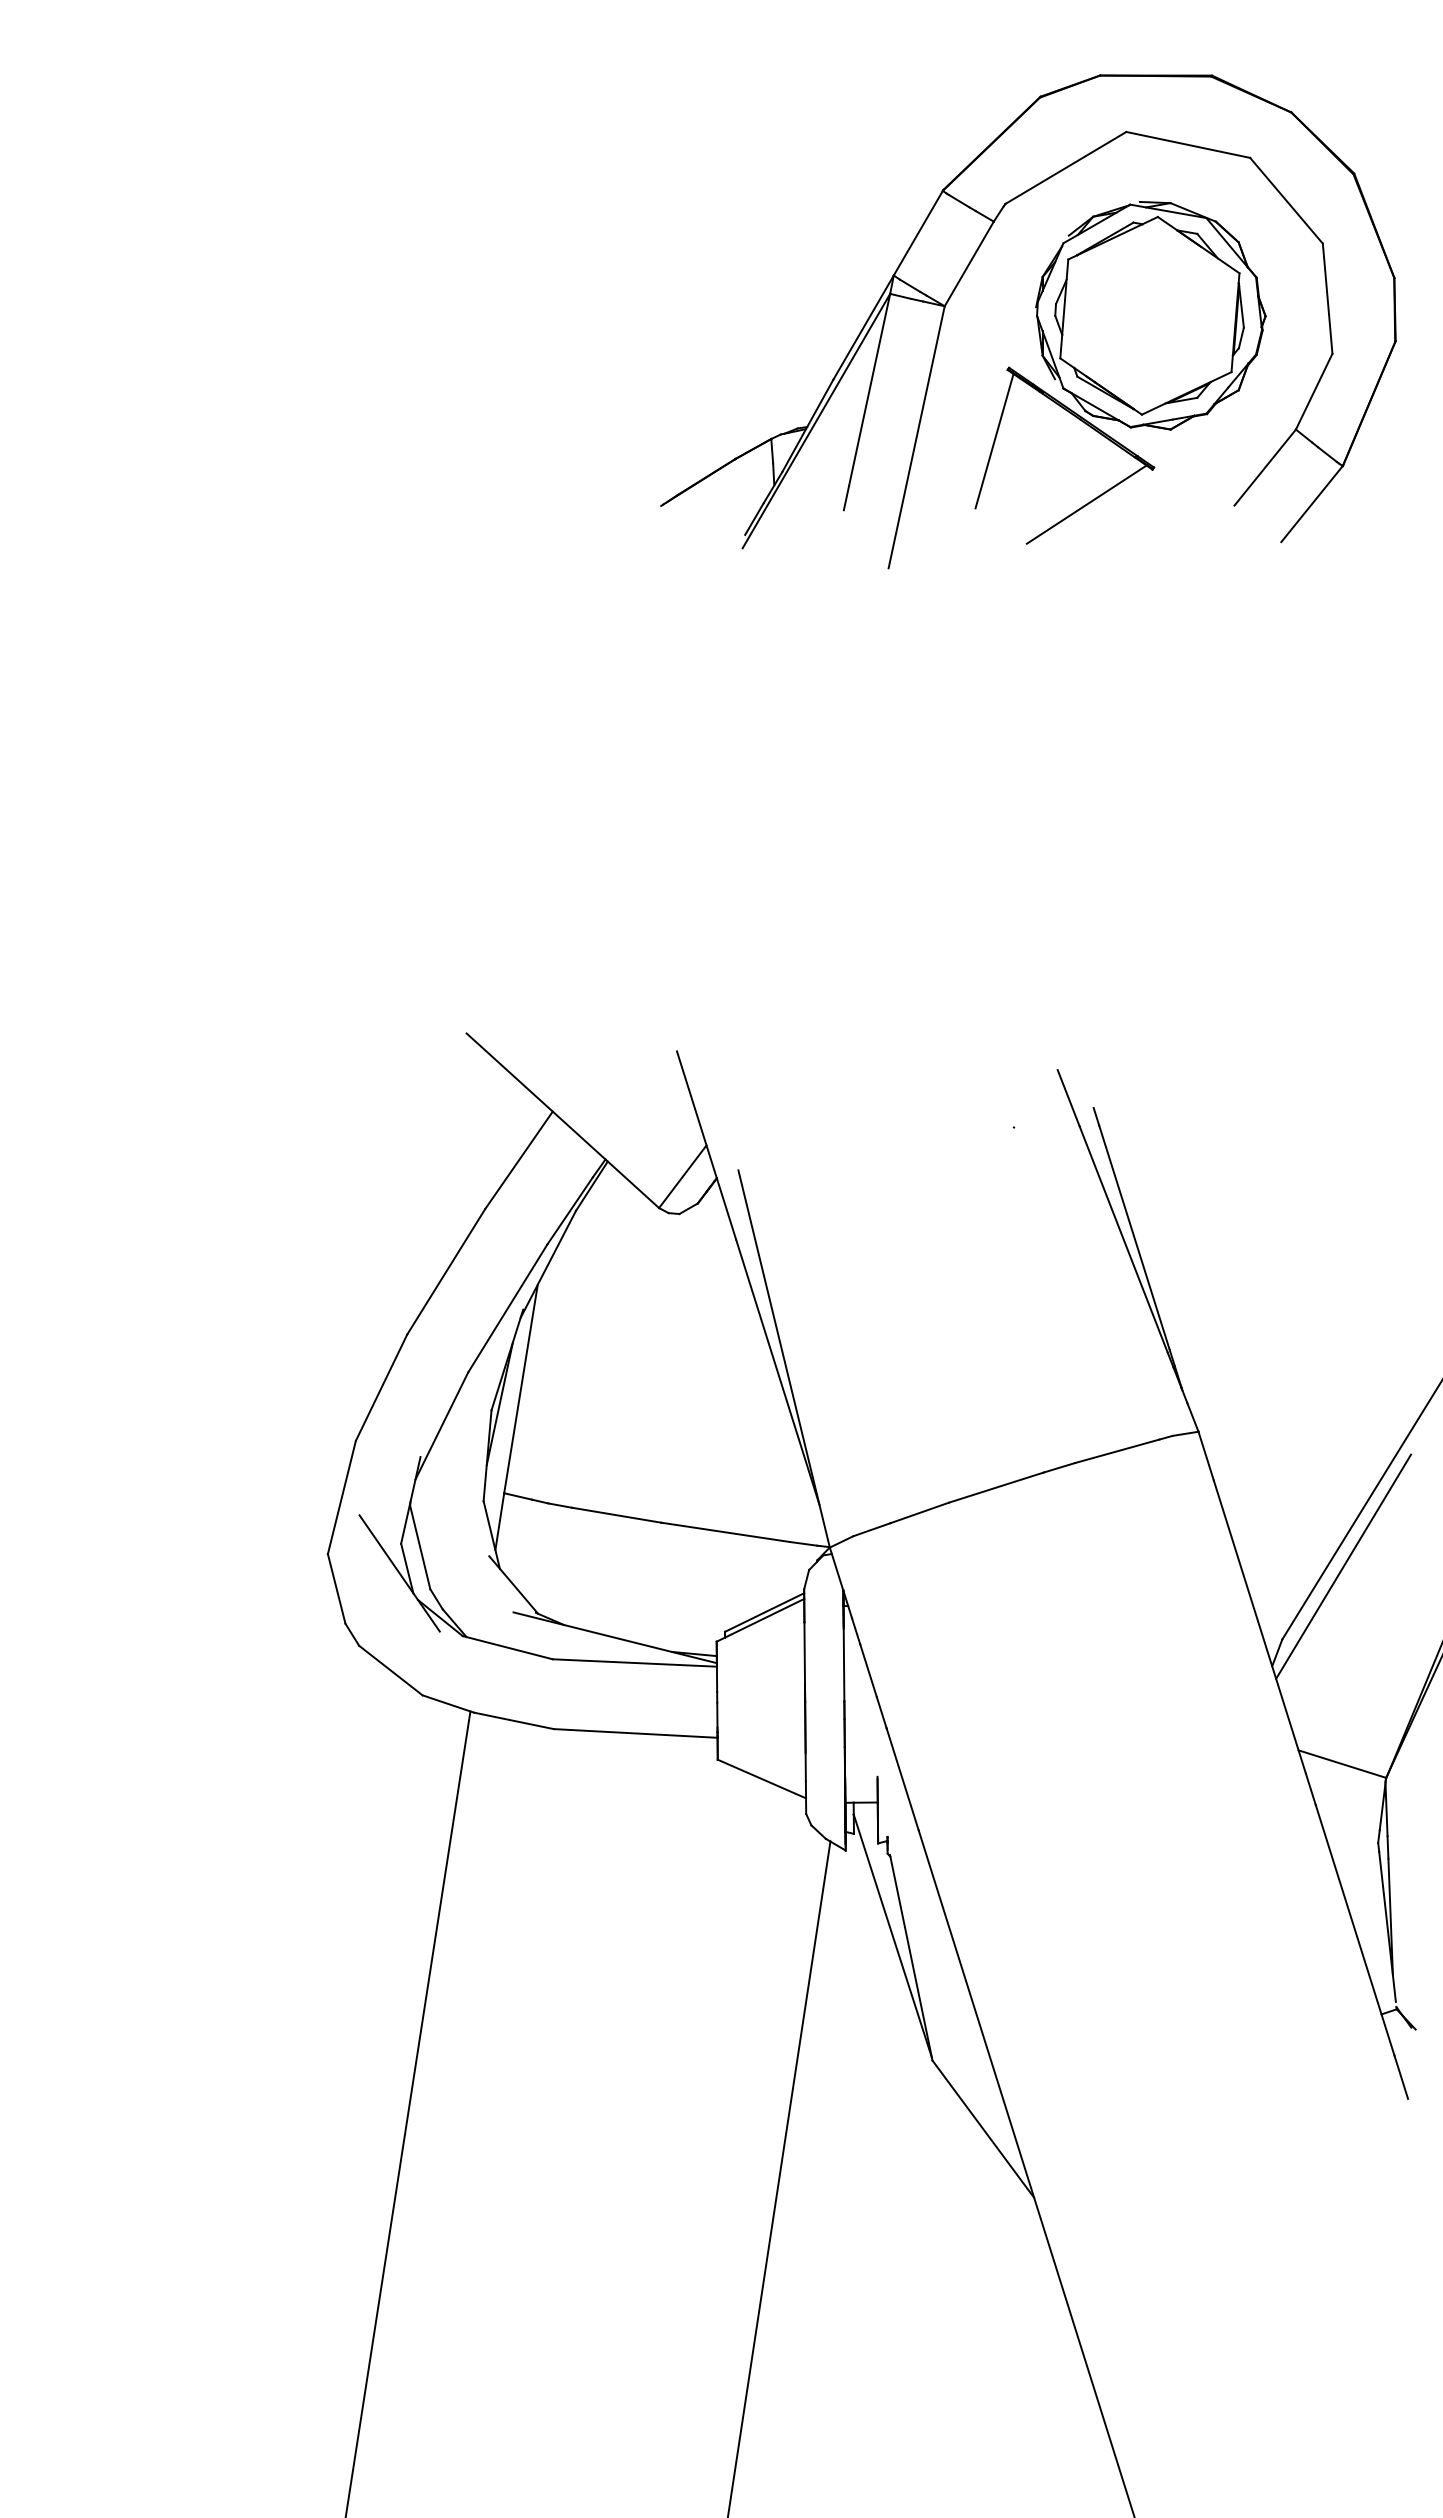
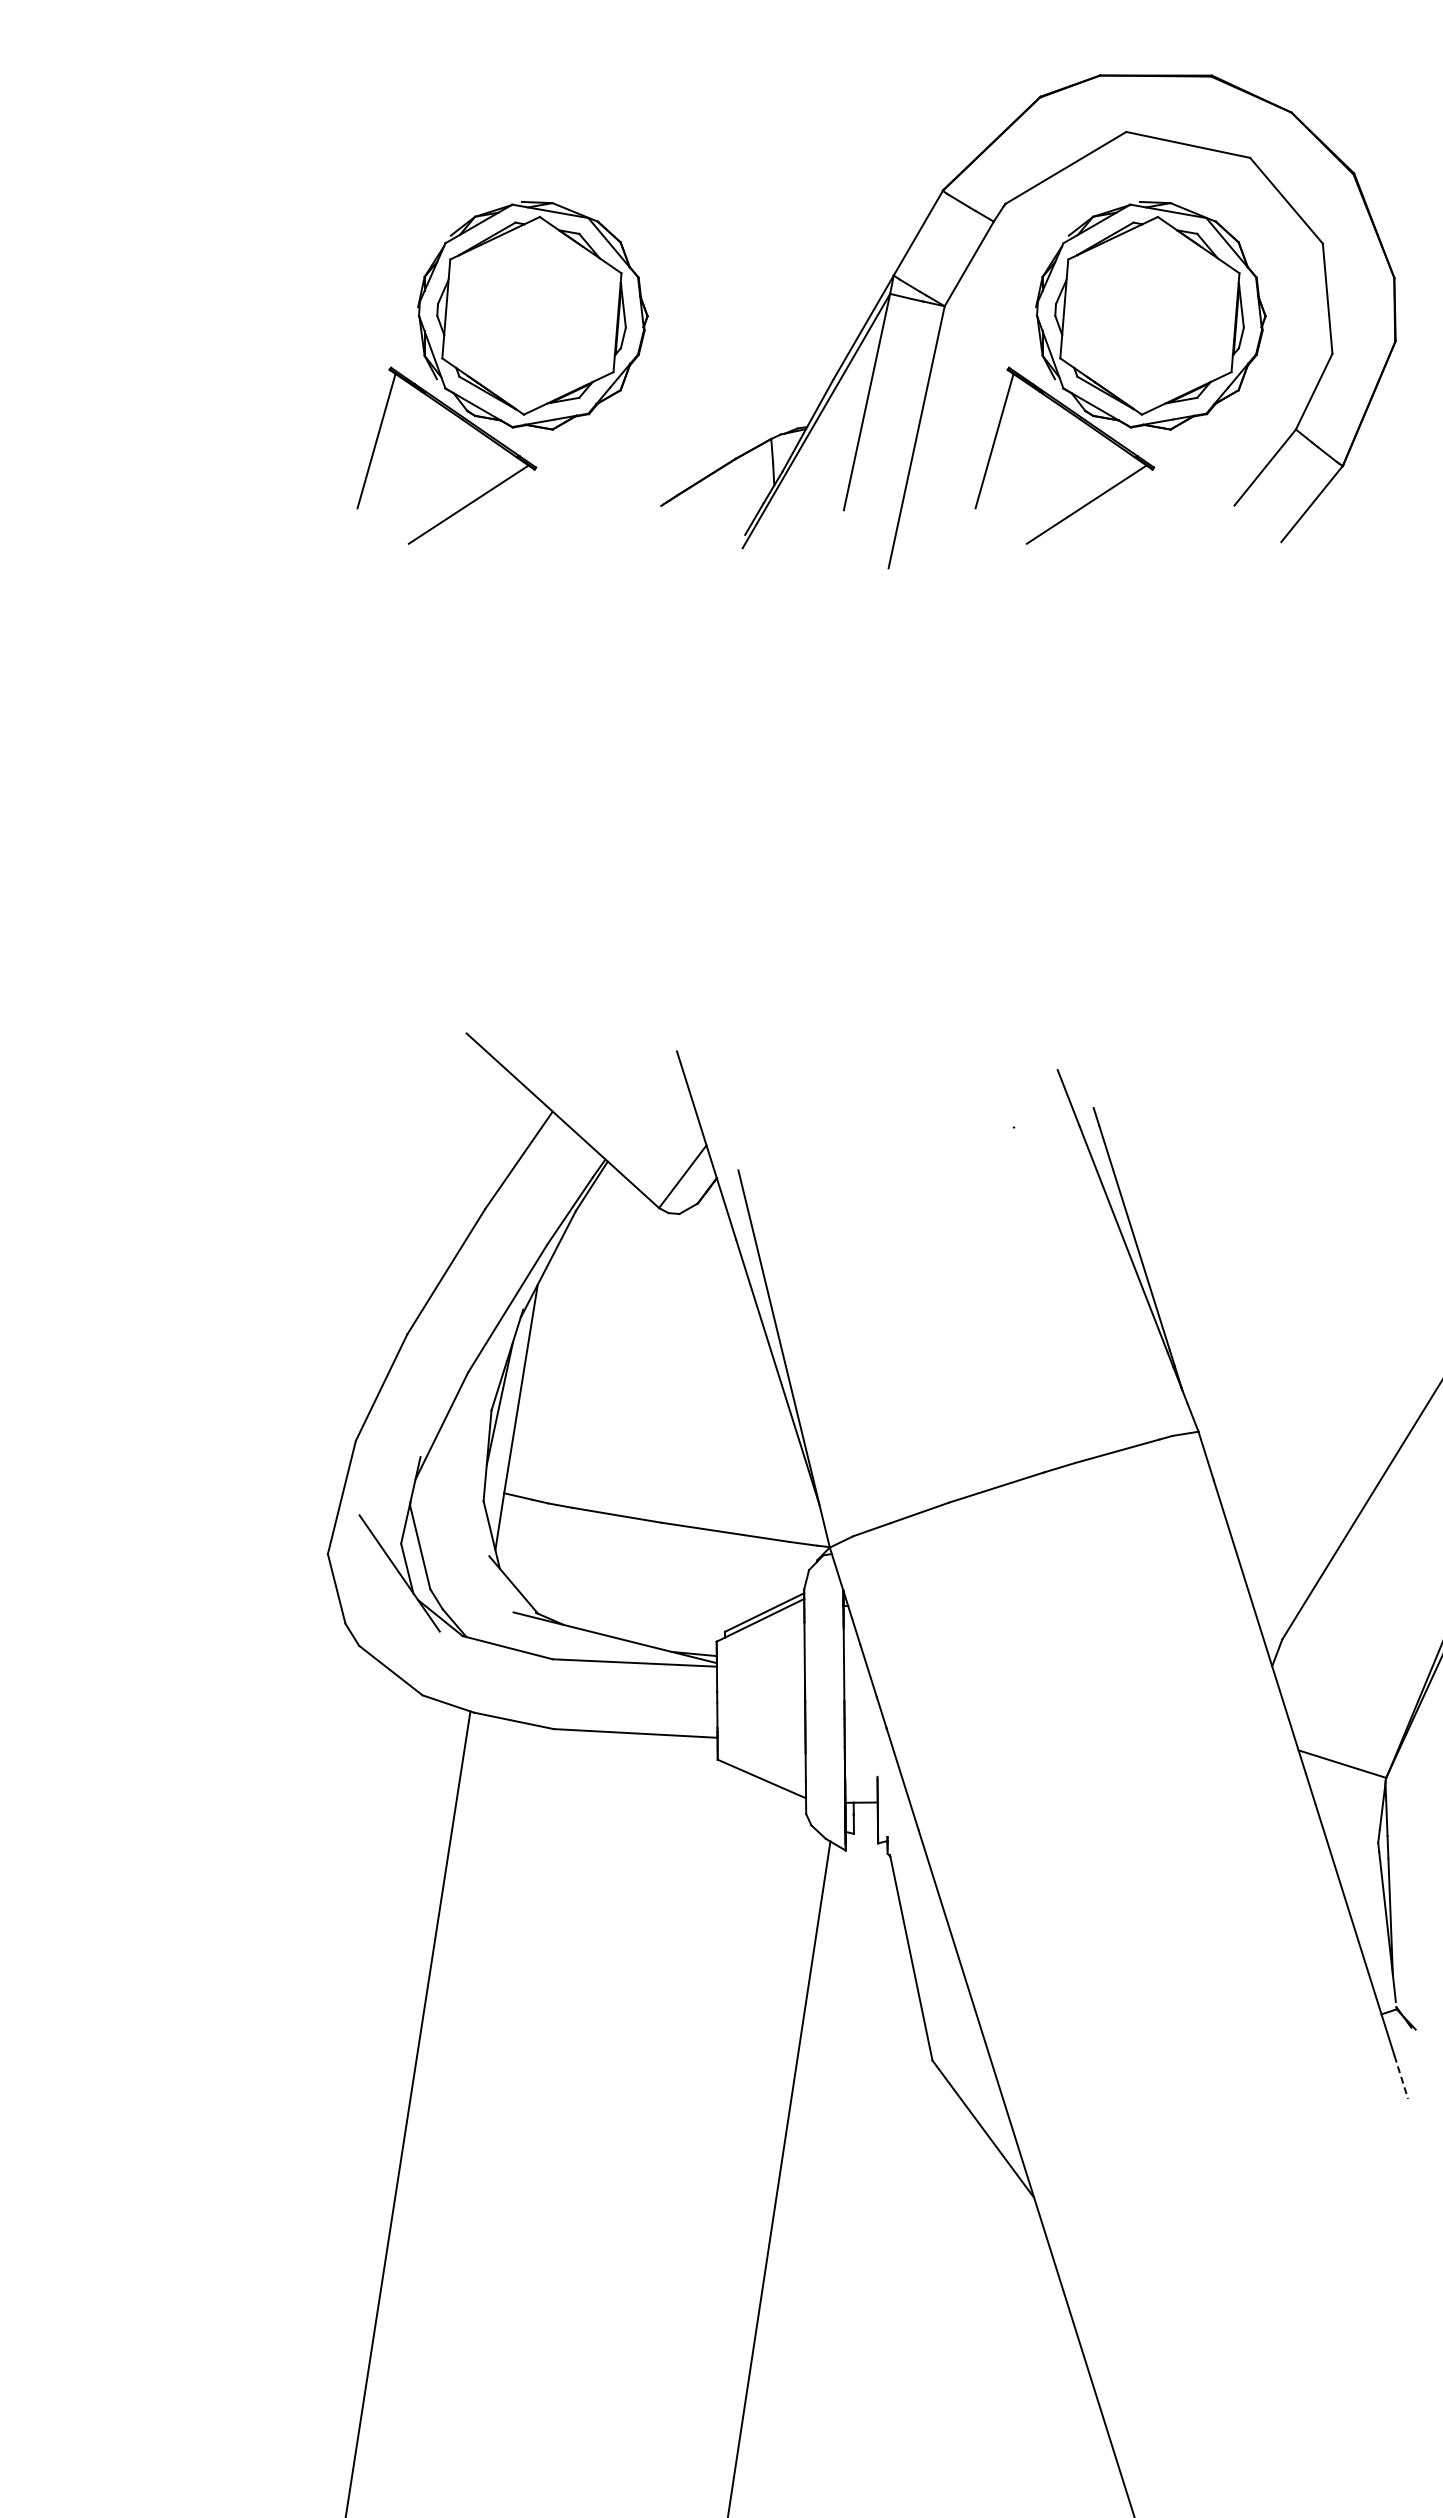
part at (502, 372): none -> present
line at (1343, 1566): present -> none
line at (892, 1935): present -> none
line at (1401, 2077): solid -> dashed
